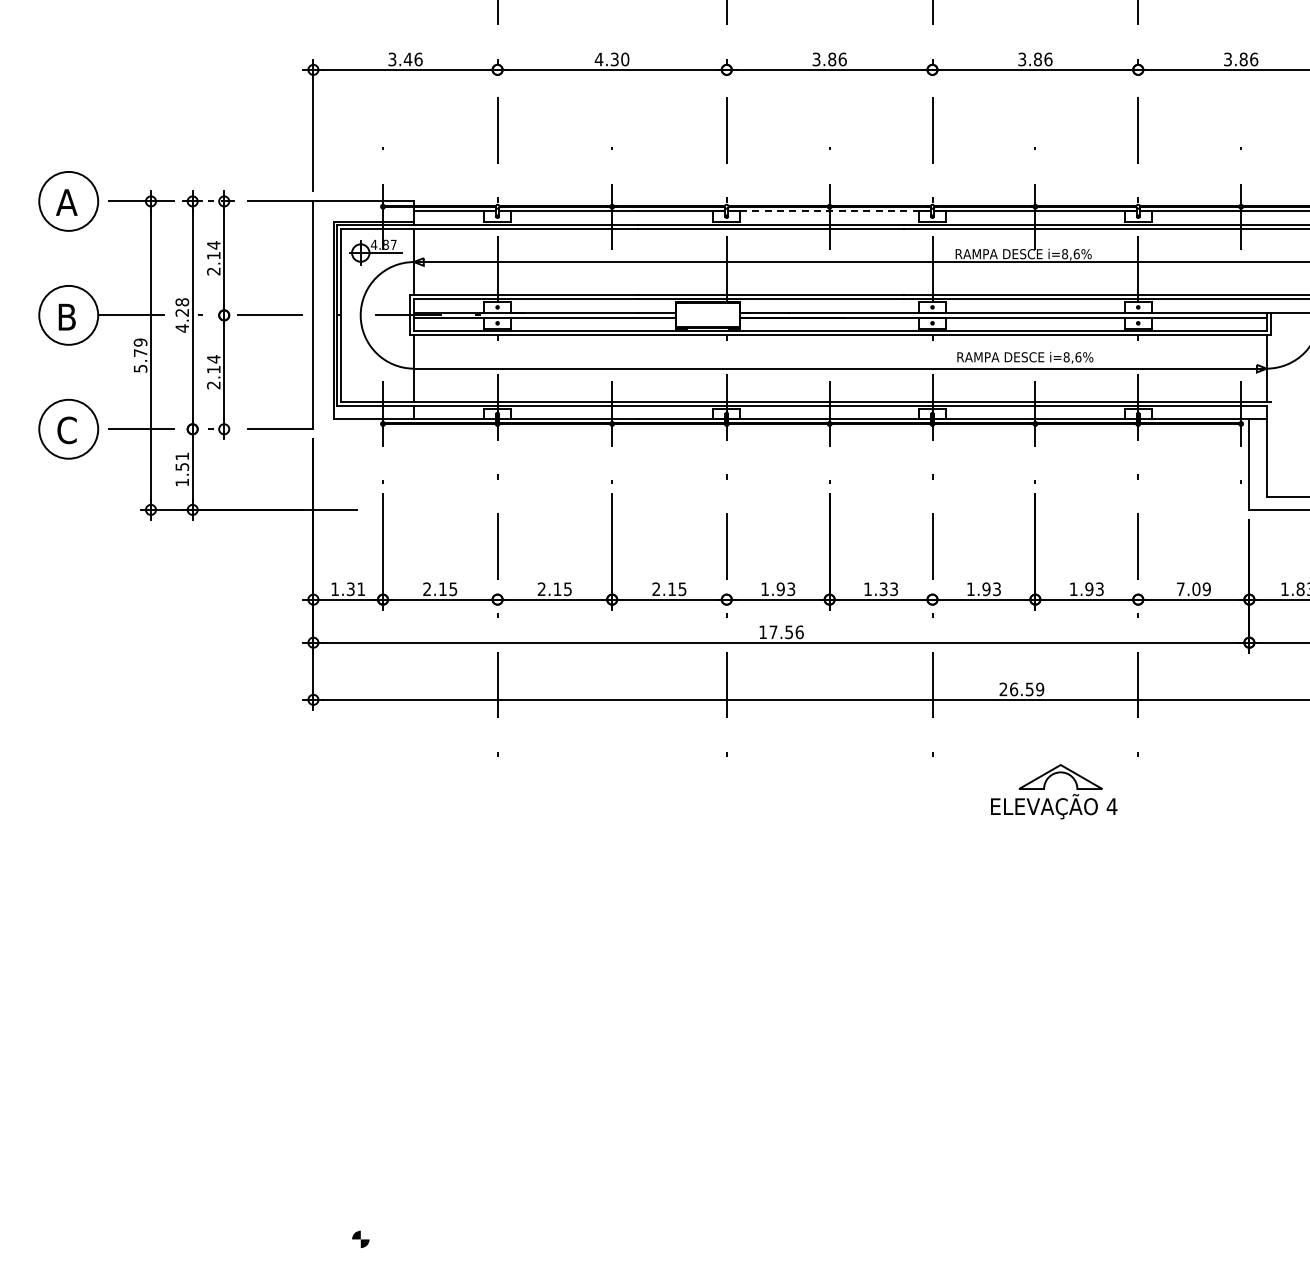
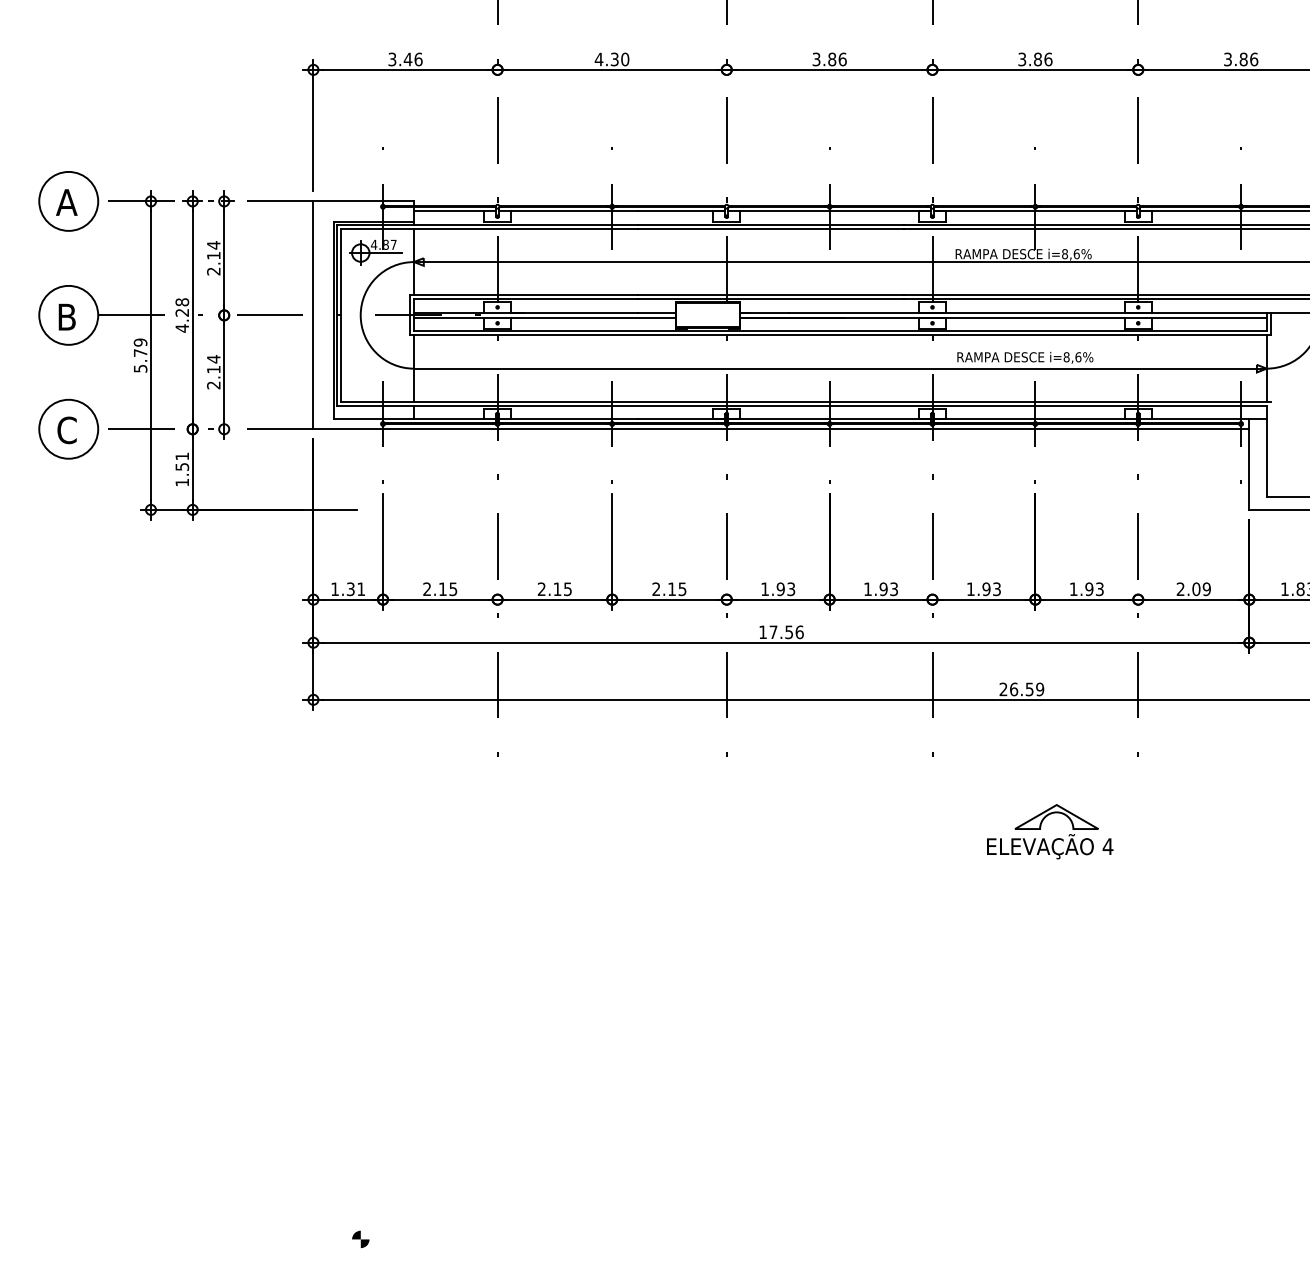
line at (835, 211): dashed -> solid
line at (781, 429): none -> present
text at (883, 588): 1.33 -> 1.93
text at (1180, 588): 7.09 -> 2.09
part at (1058, 799) position: (1058, 799) -> (1054, 839)
